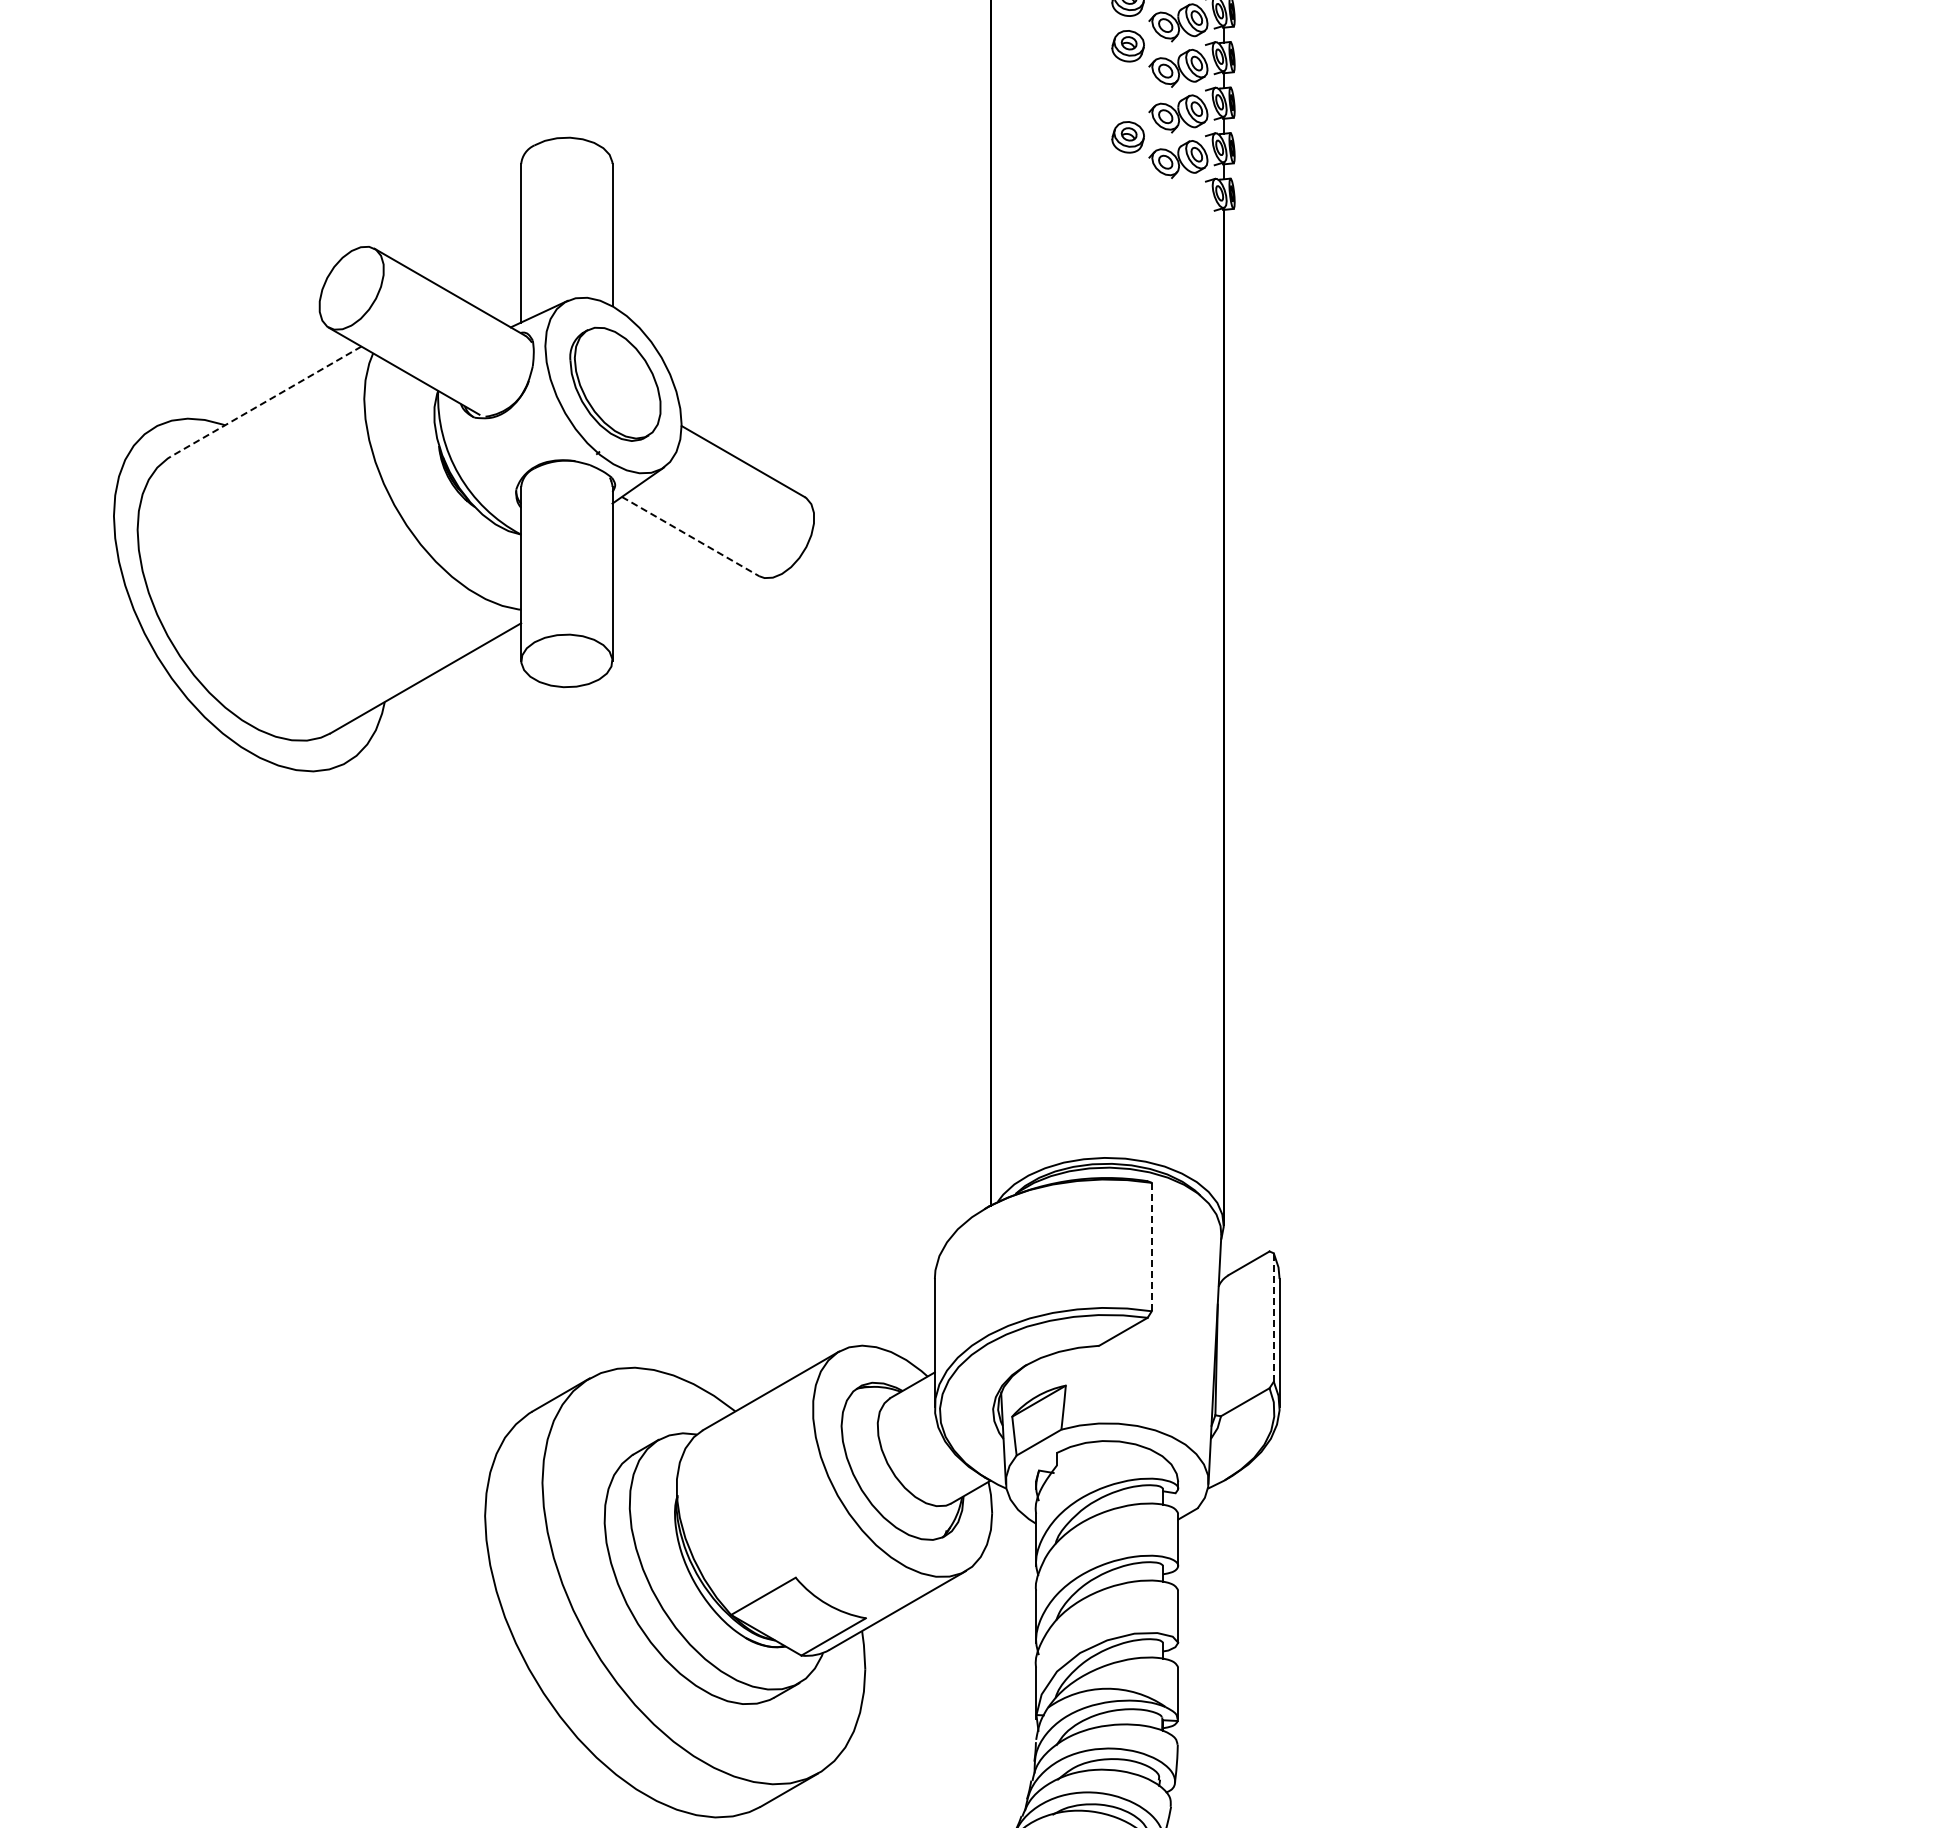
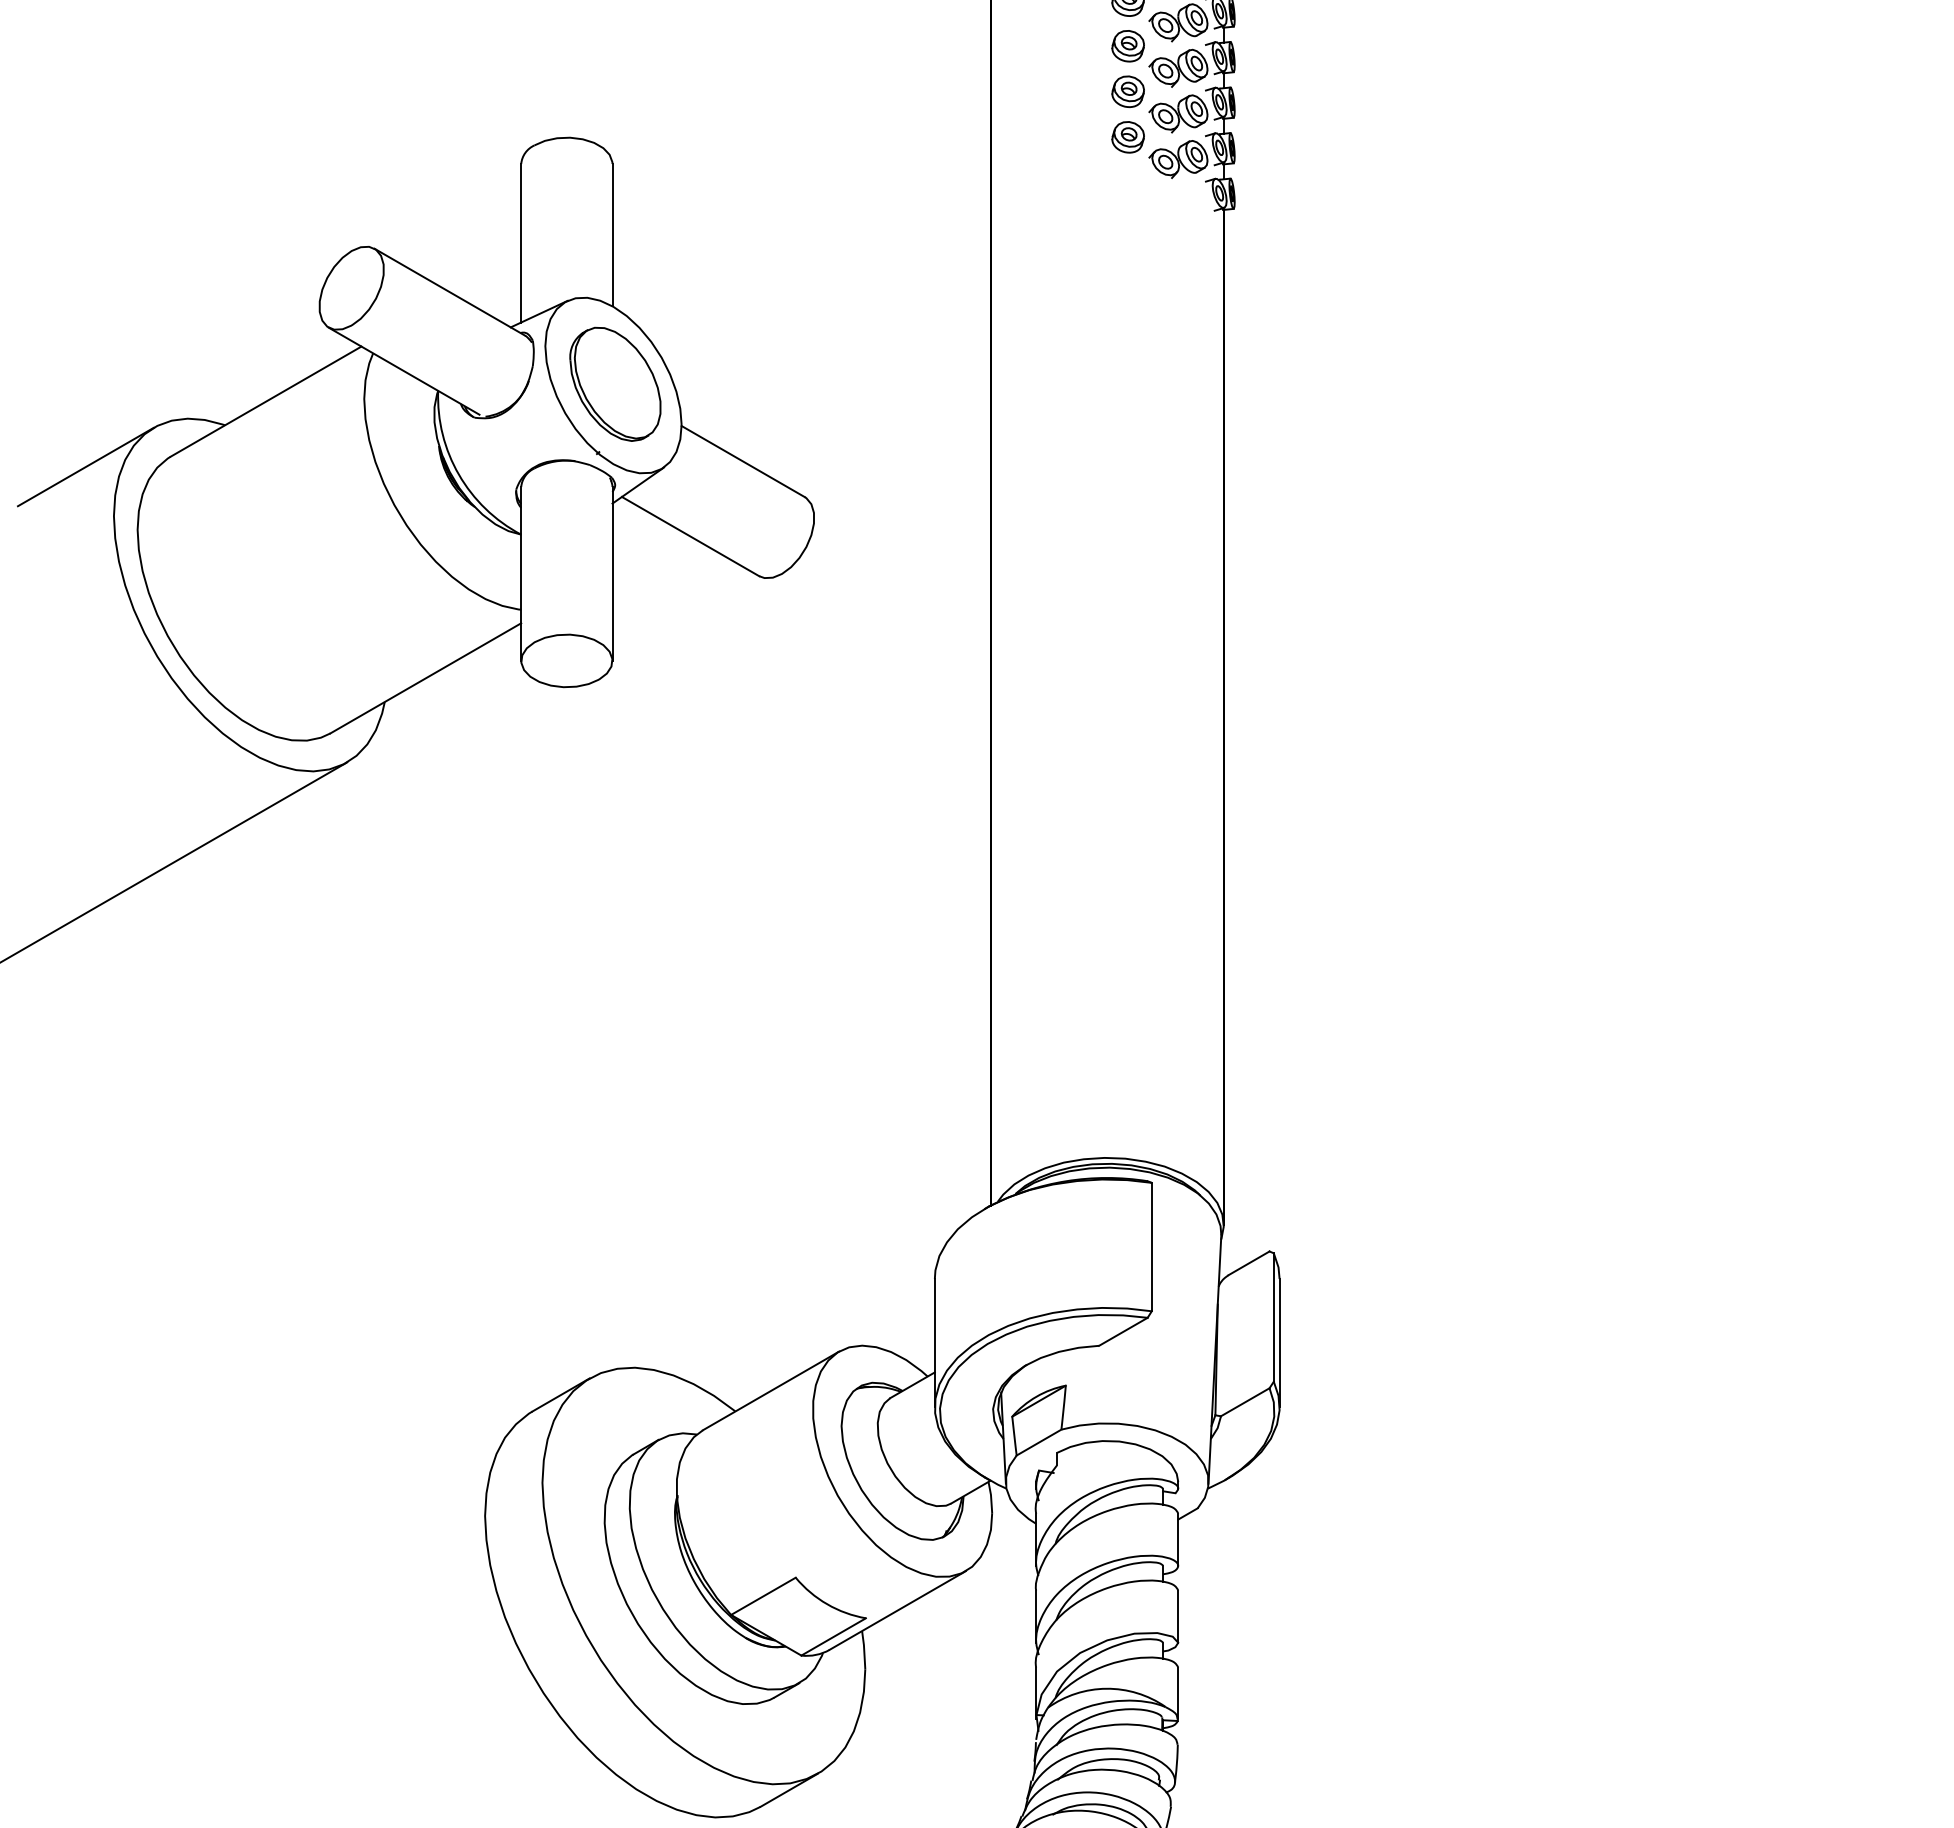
part at (1127, 91): none -> present
line at (265, 401): dashed -> solid
line at (85, 466): none -> present
line at (691, 536): dashed -> solid
line at (174, 861): none -> present
line at (1151, 1246): dashed -> solid
line at (1273, 1317): dashed -> solid
